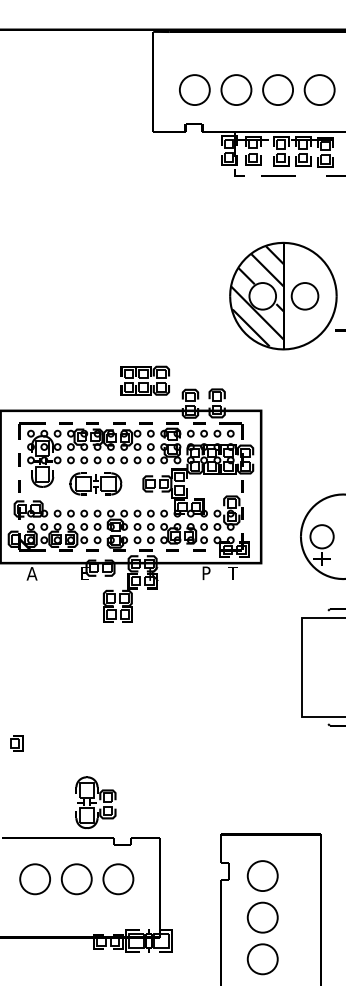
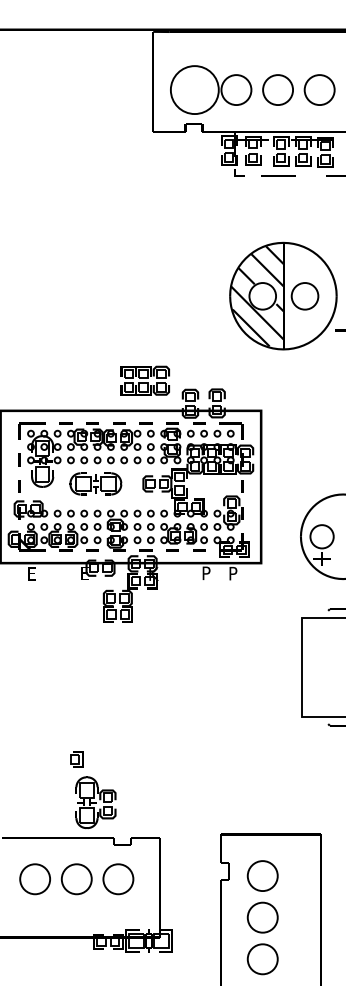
circle at (194, 90) diameter: 30 px -> 48 px
text at (31, 573): A -> E
text at (232, 573): T -> P
part at (16, 743) position: (16, 743) -> (76, 759)
